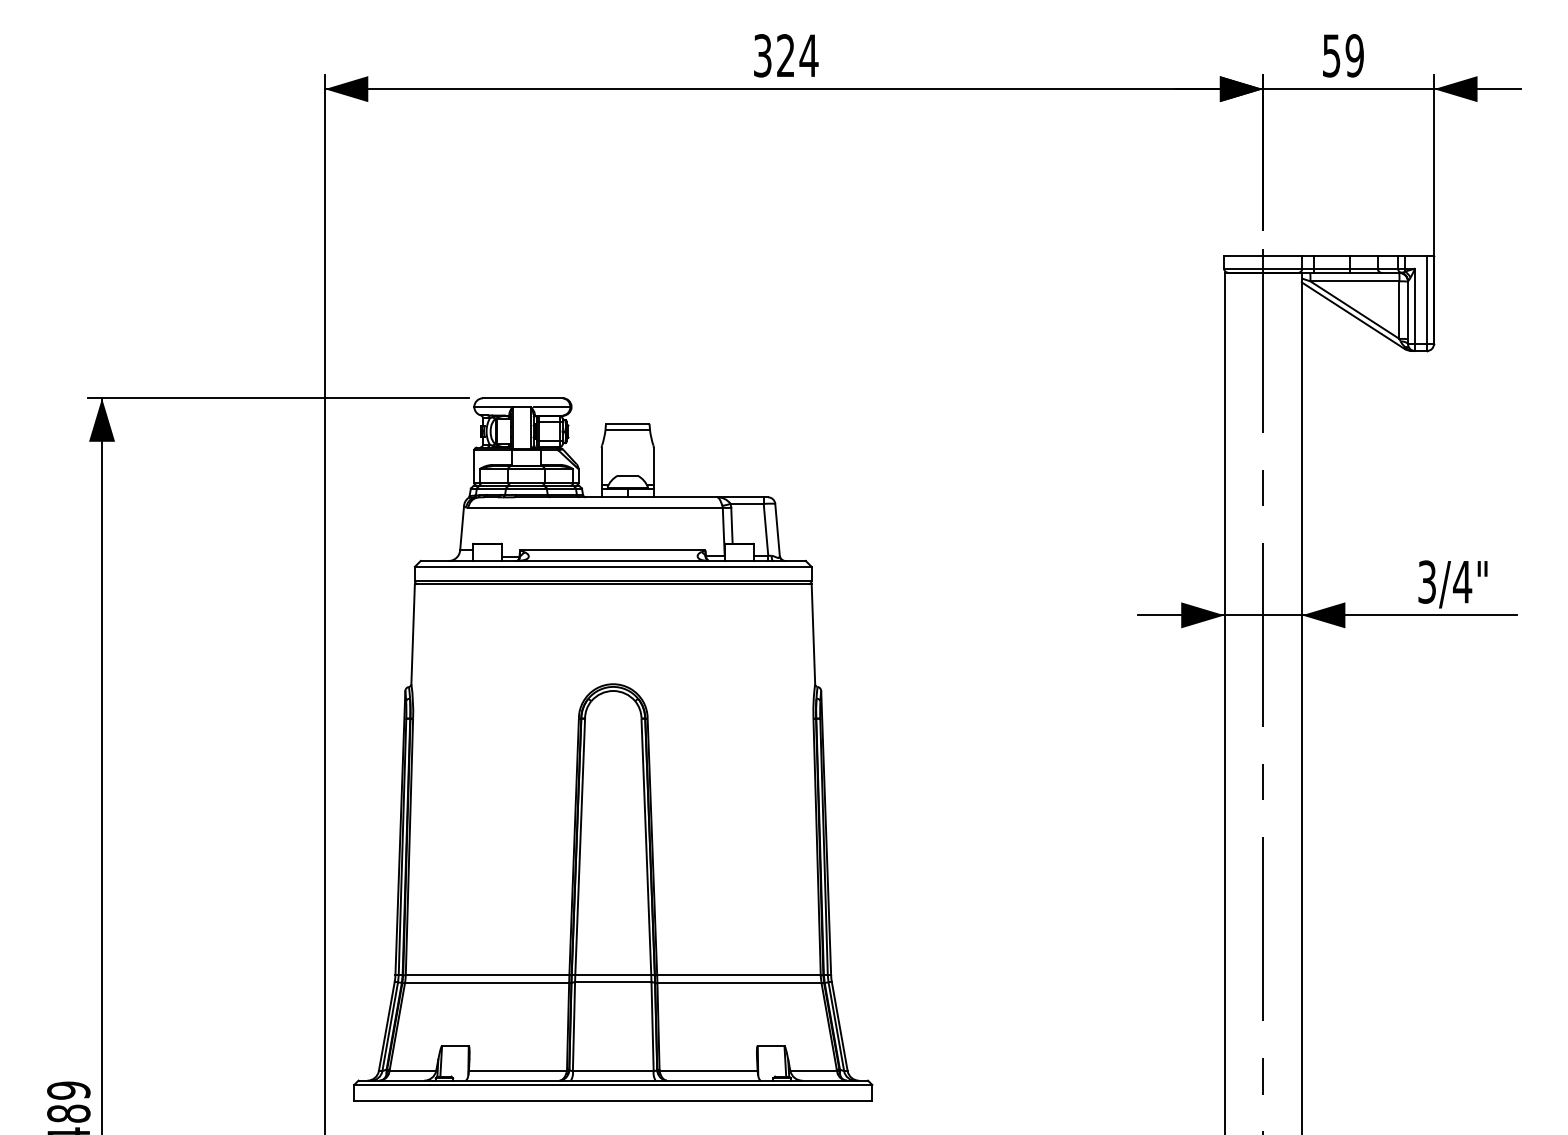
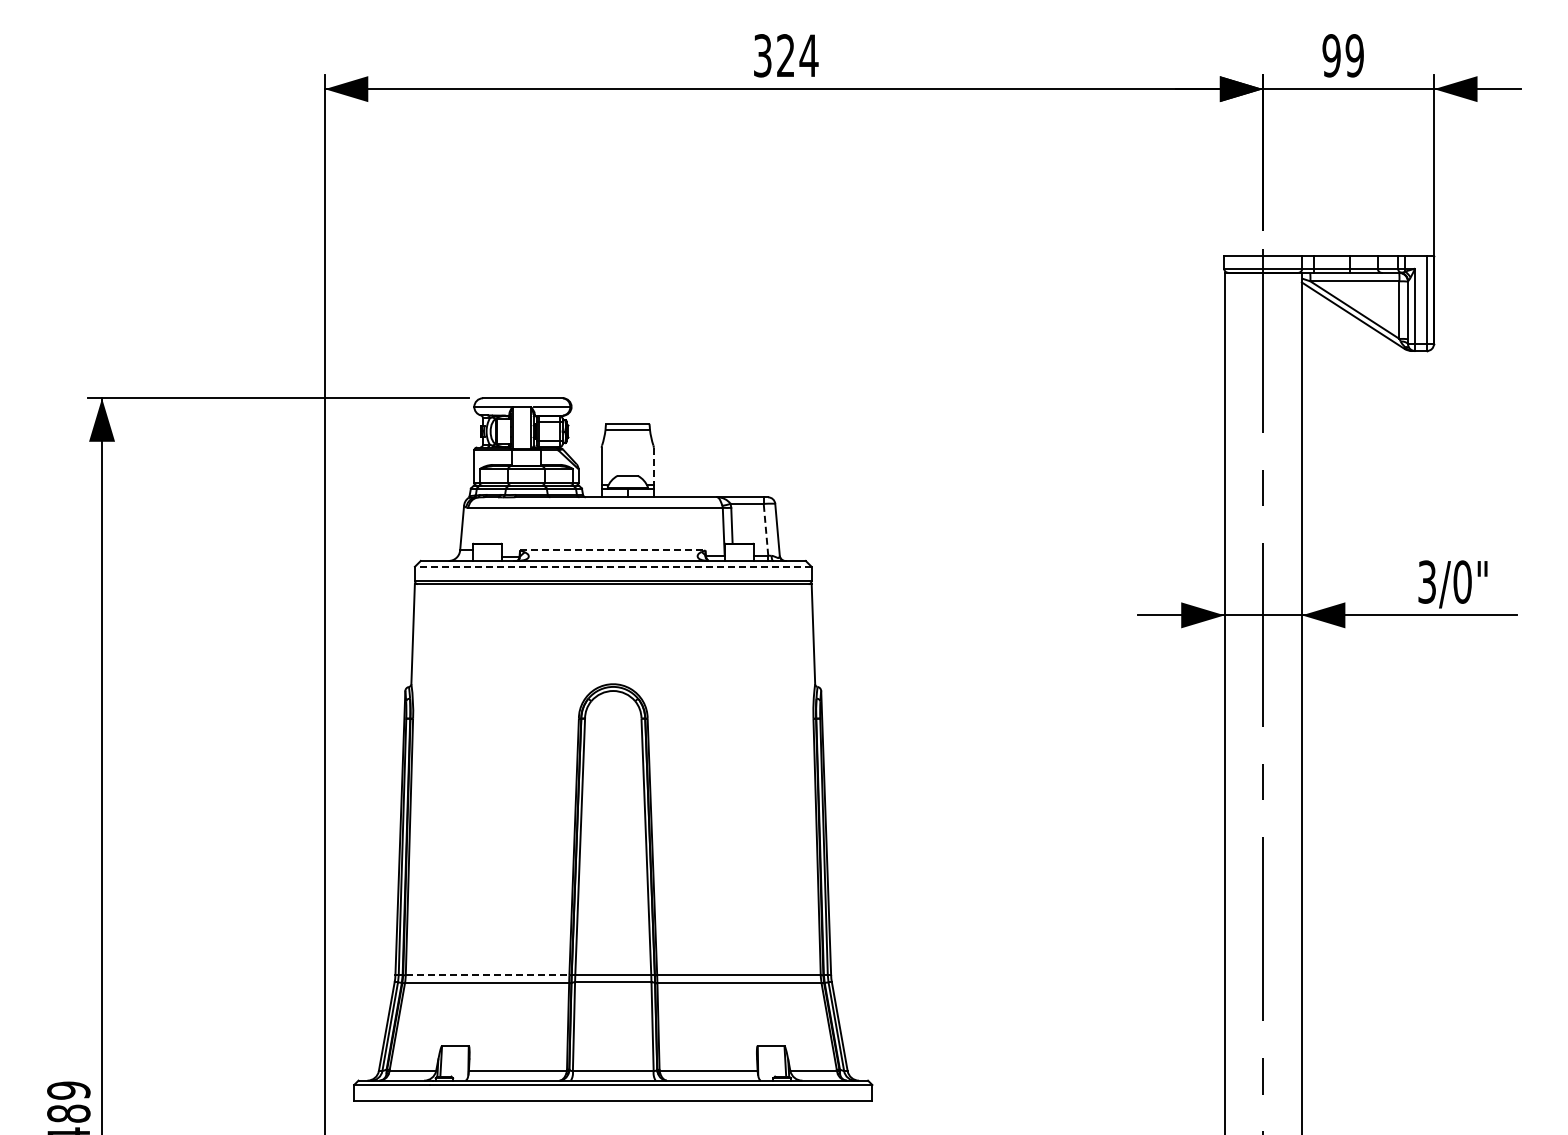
text at (1331, 55): 59 -> 99
line at (653, 466): solid -> dashed
line at (765, 529): solid -> dashed
line at (612, 550): solid -> dashed
line at (612, 566): solid -> dashed
text at (1462, 581): 3/4" -> 3/0"
line at (487, 975): solid -> dashed
